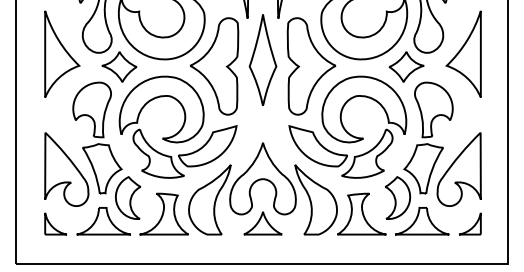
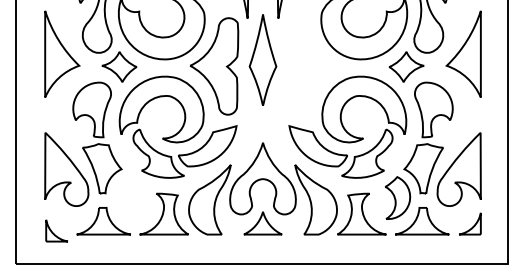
part at (311, 66): present -> none
part at (128, 197): present -> none
part at (55, 223) position: (55, 223) -> (56, 230)
